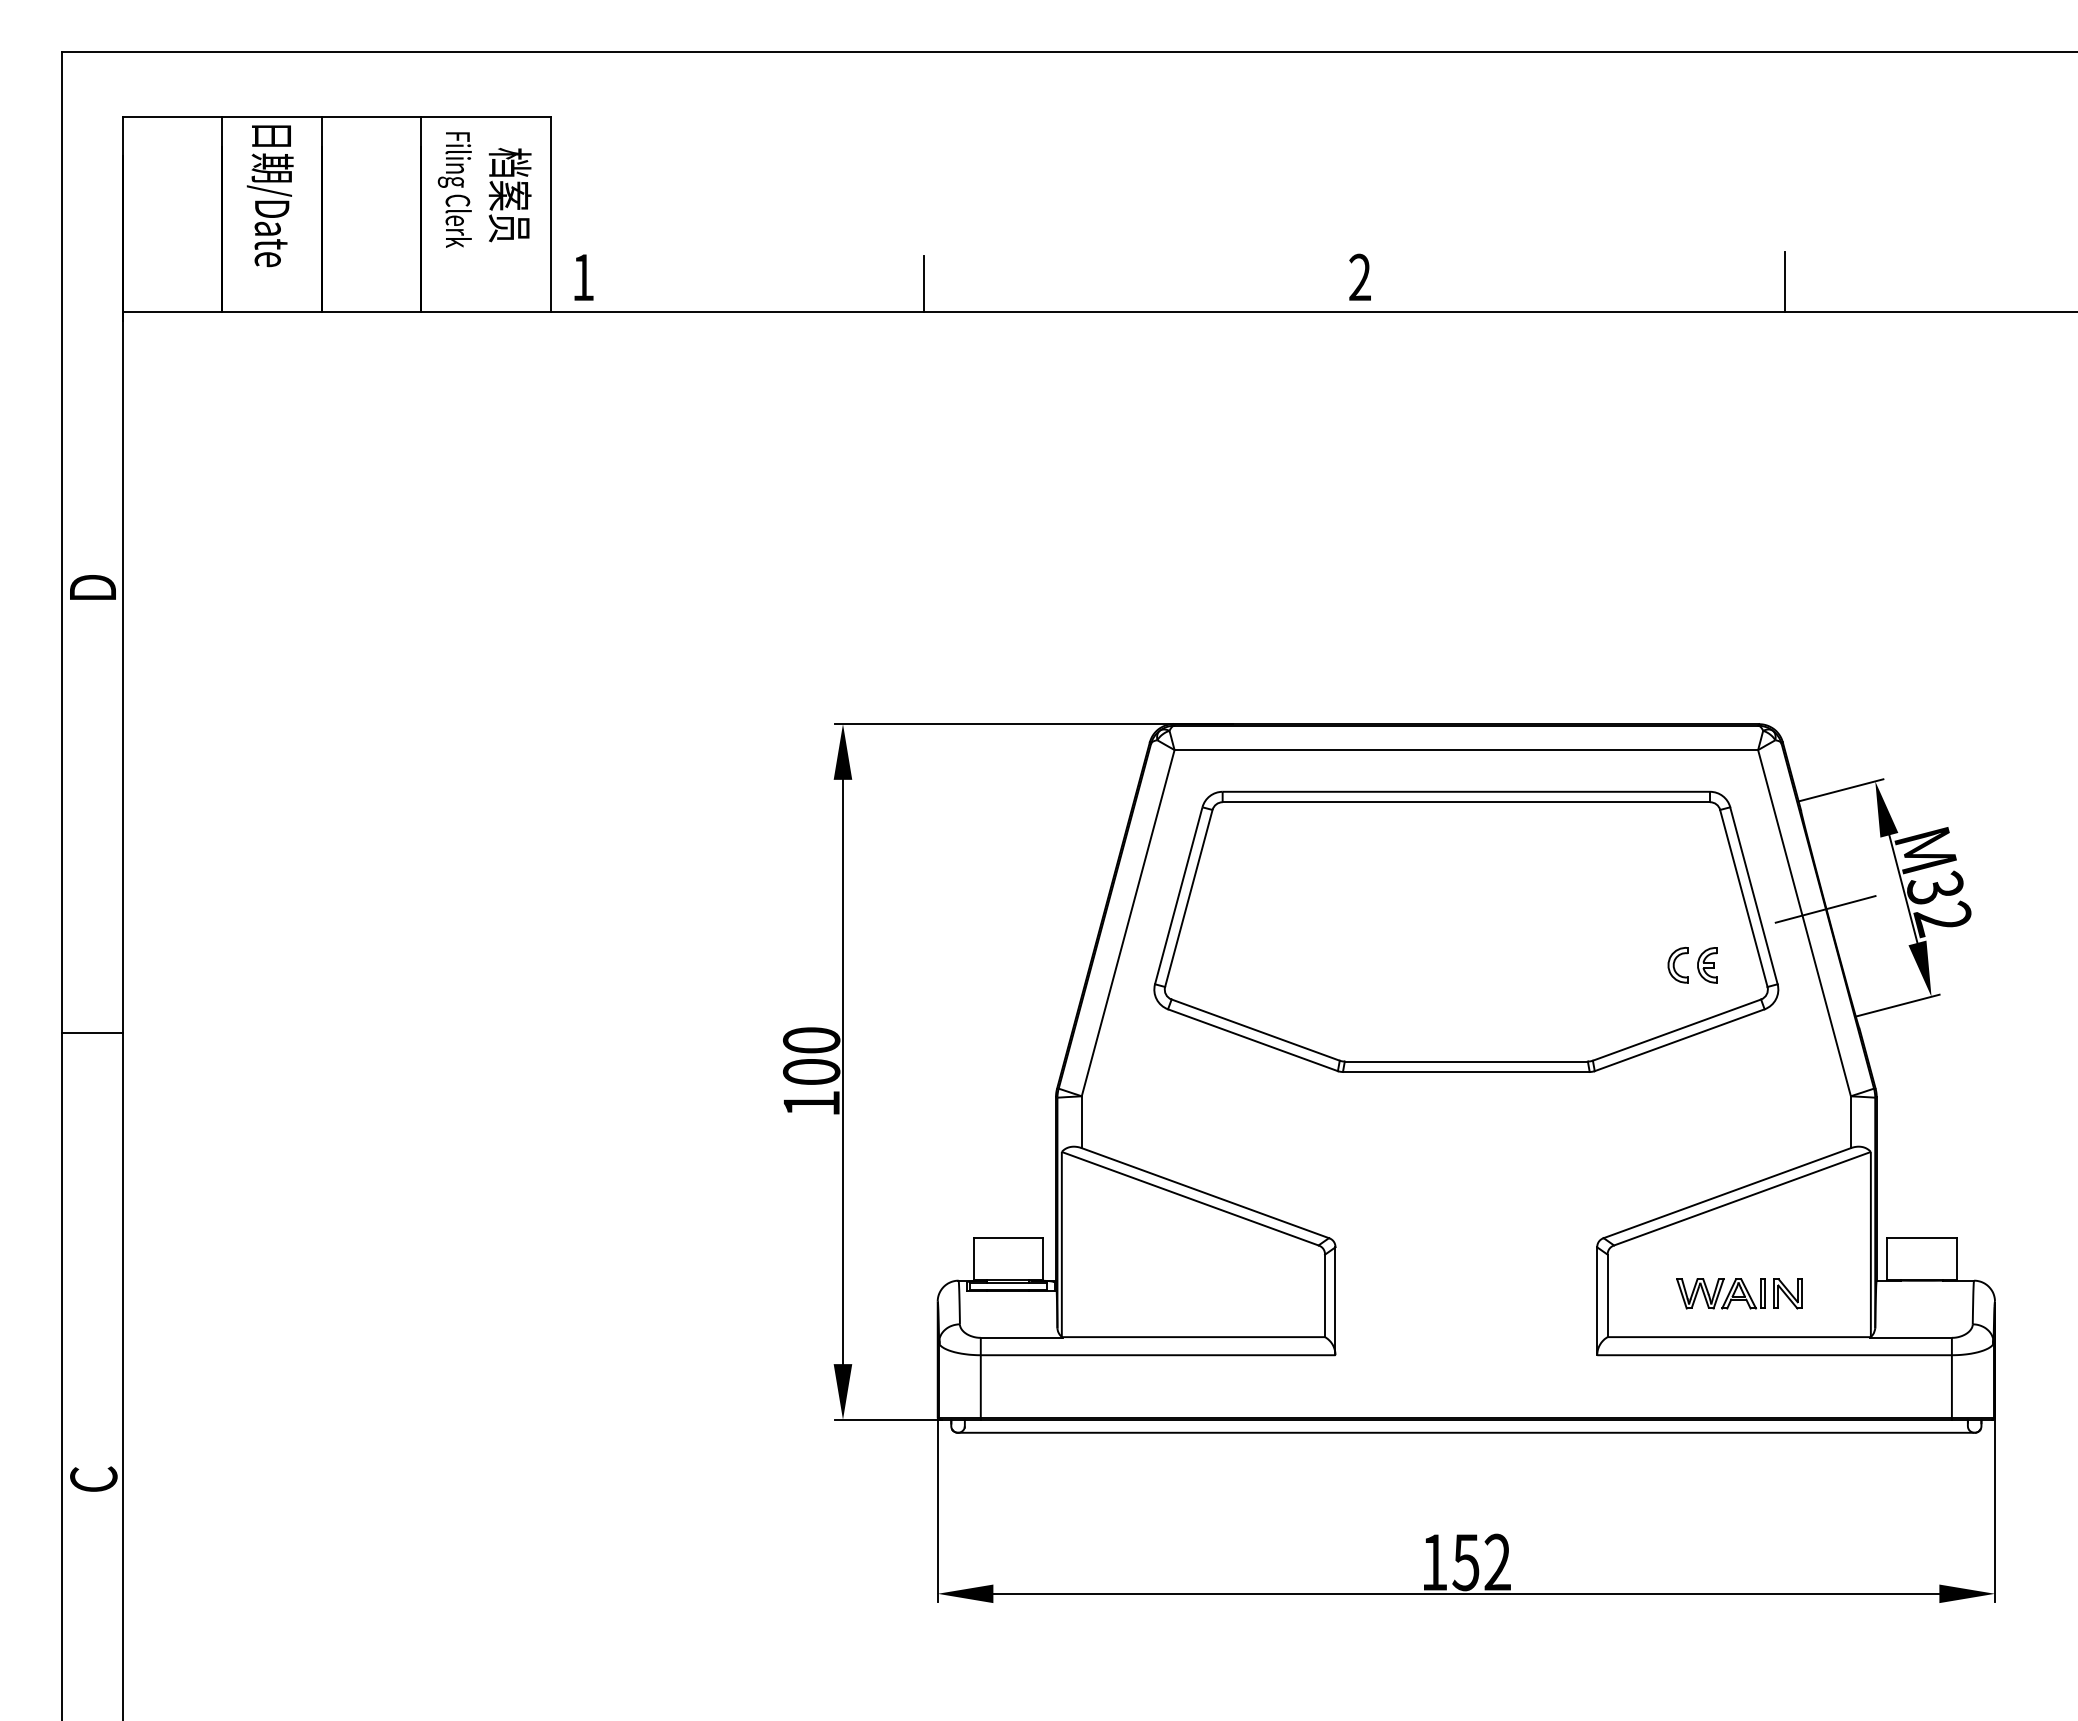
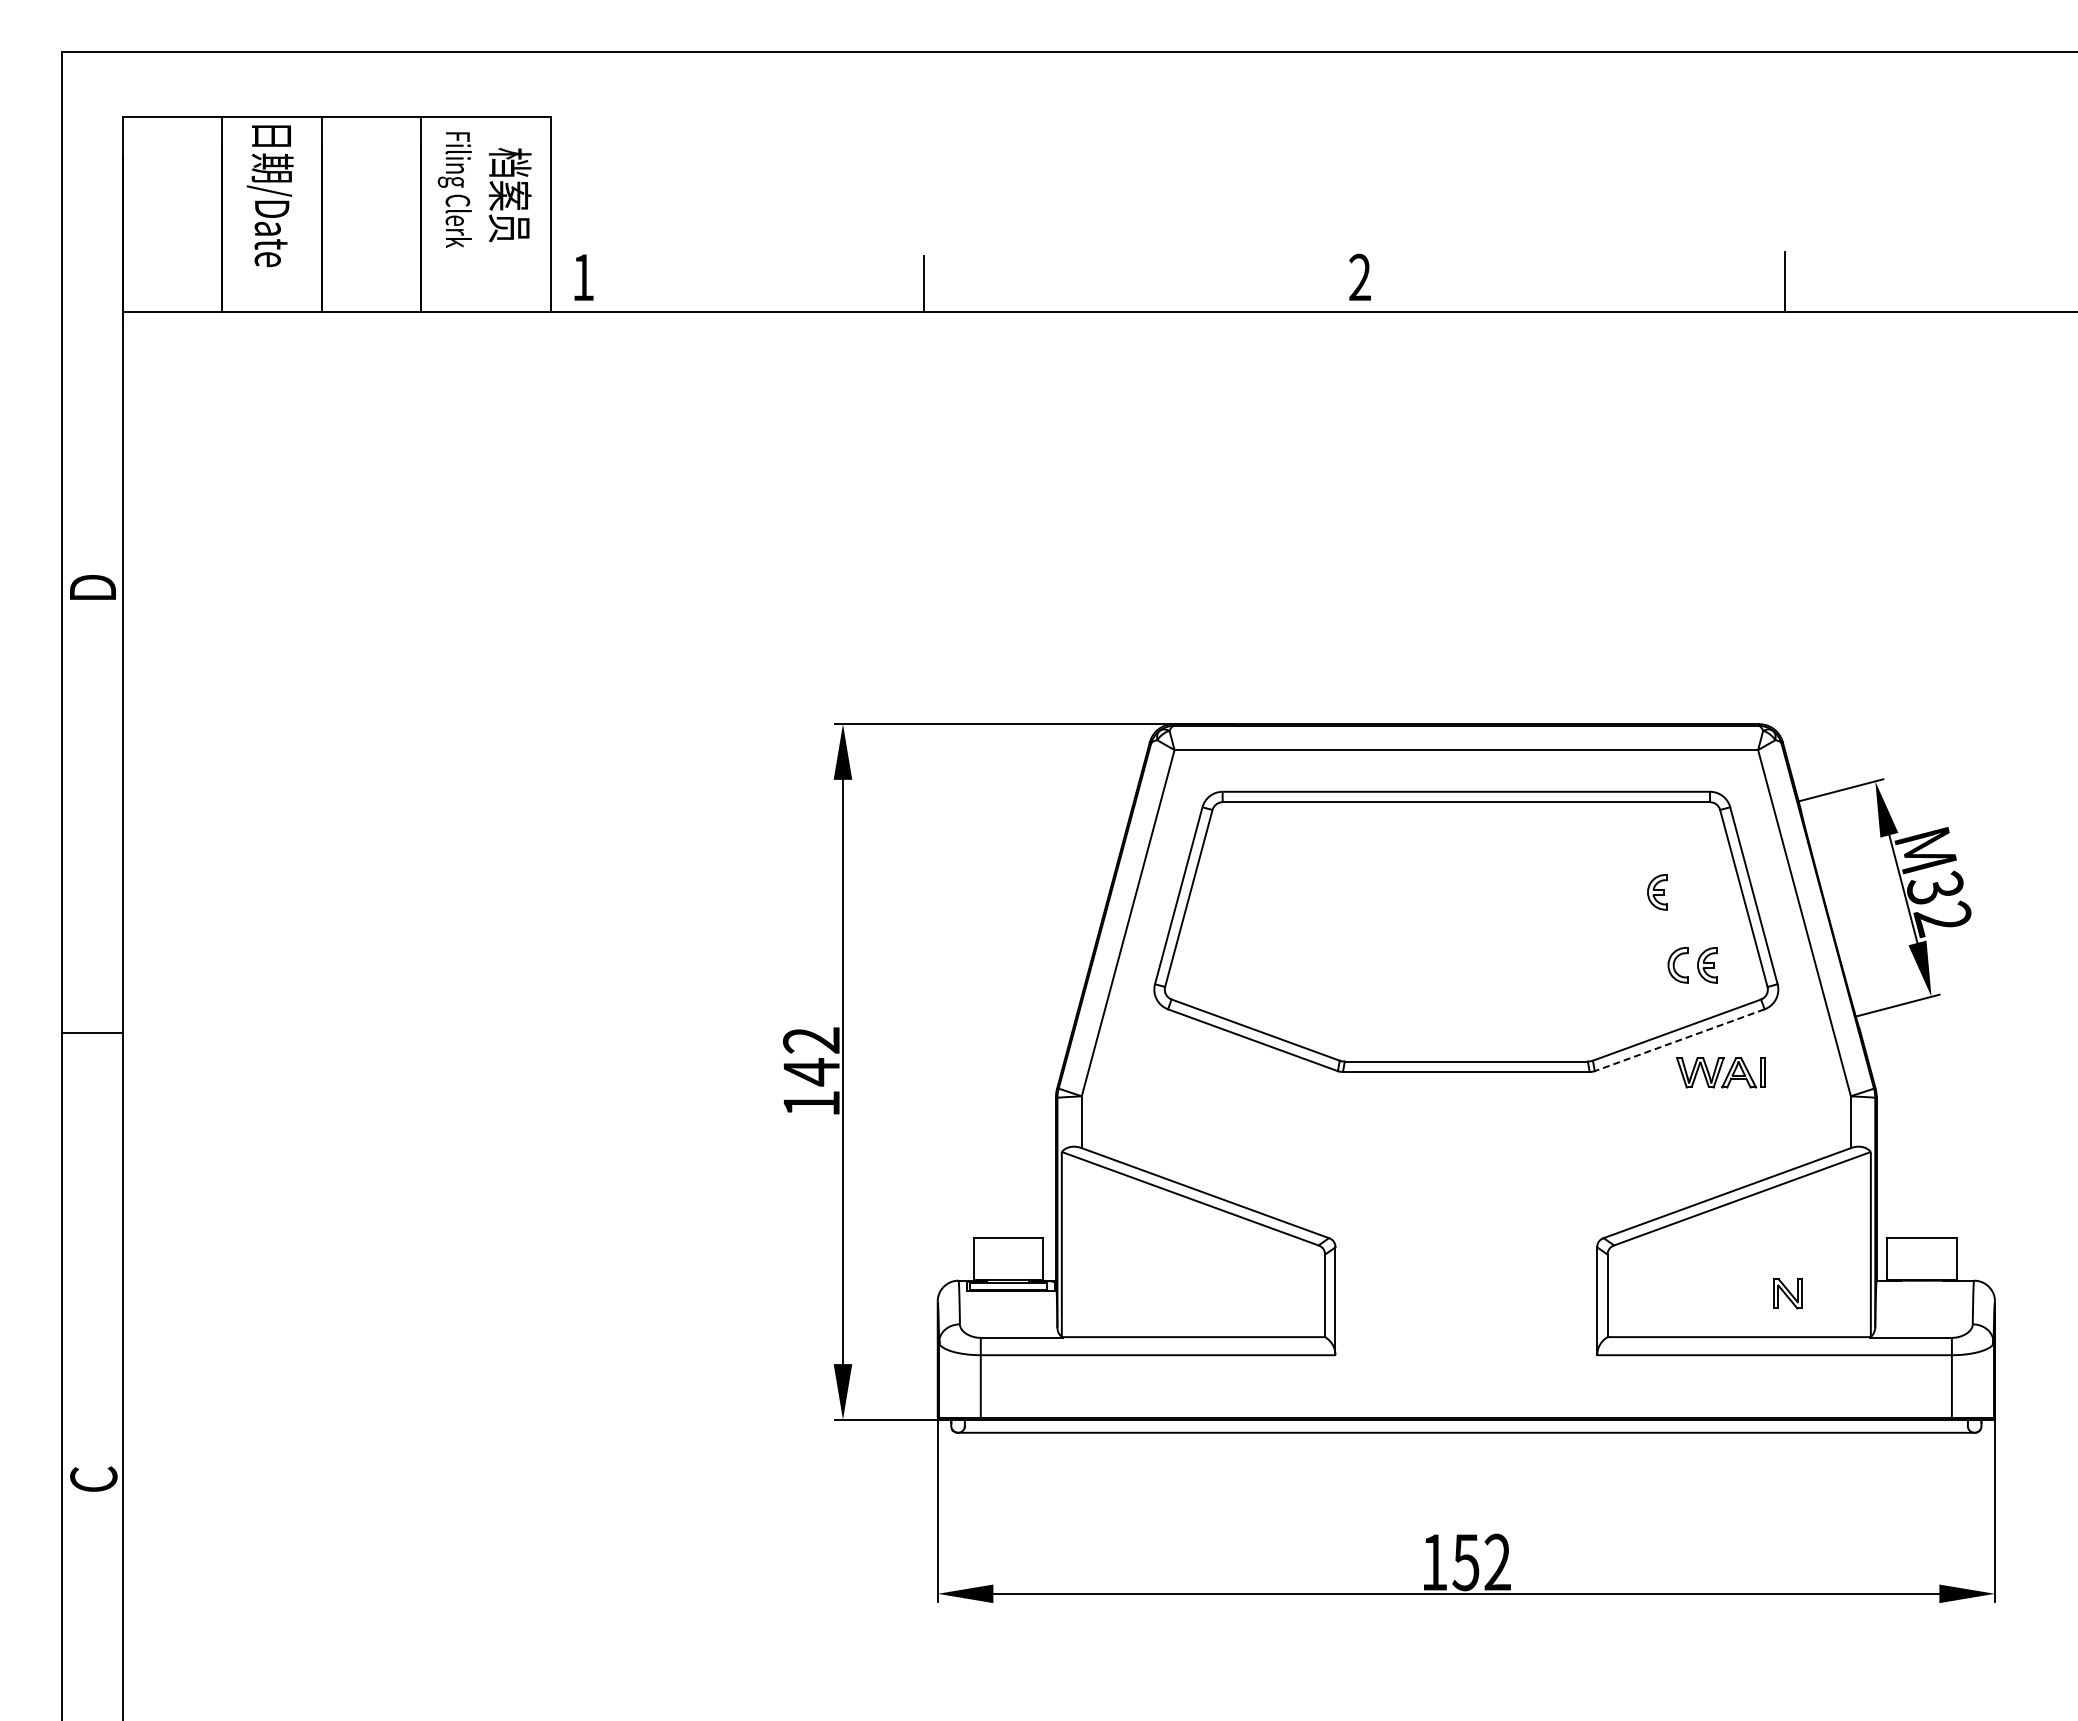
part at (1657, 892): none -> present
line at (1825, 909): present -> none
line at (1679, 1040): solid -> dashed
text at (811, 1056): 100 -> 142
part at (1720, 1293) position: (1720, 1293) -> (1720, 1072)
